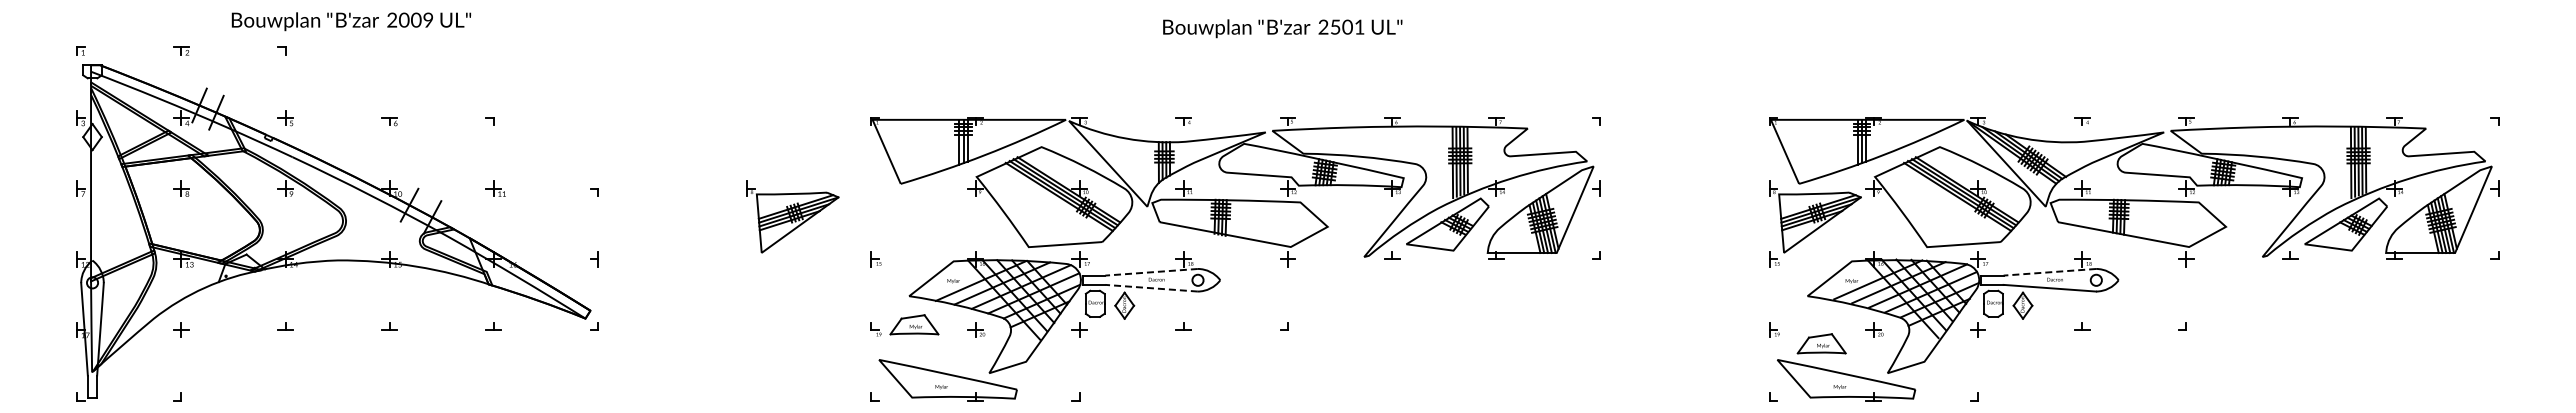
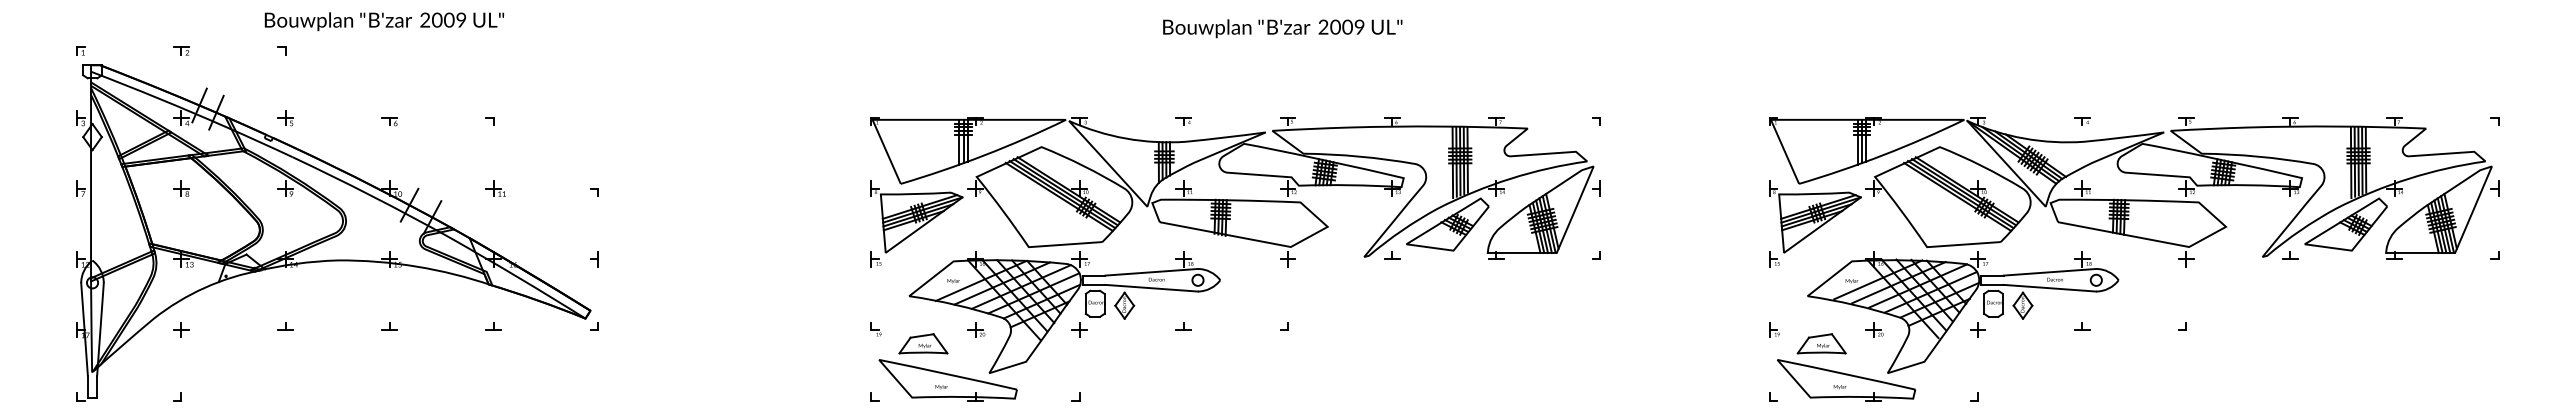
text at (350, 21) position: (350, 21) -> (383, 21)
text at (1347, 26): 2501 -> 2009
part at (792, 216) position: (792, 216) -> (916, 216)
line at (1151, 272): dashed -> solid
line at (2049, 272): dashed -> solid
line at (1151, 288): dashed -> solid
part at (914, 324) position: (914, 324) -> (923, 343)
